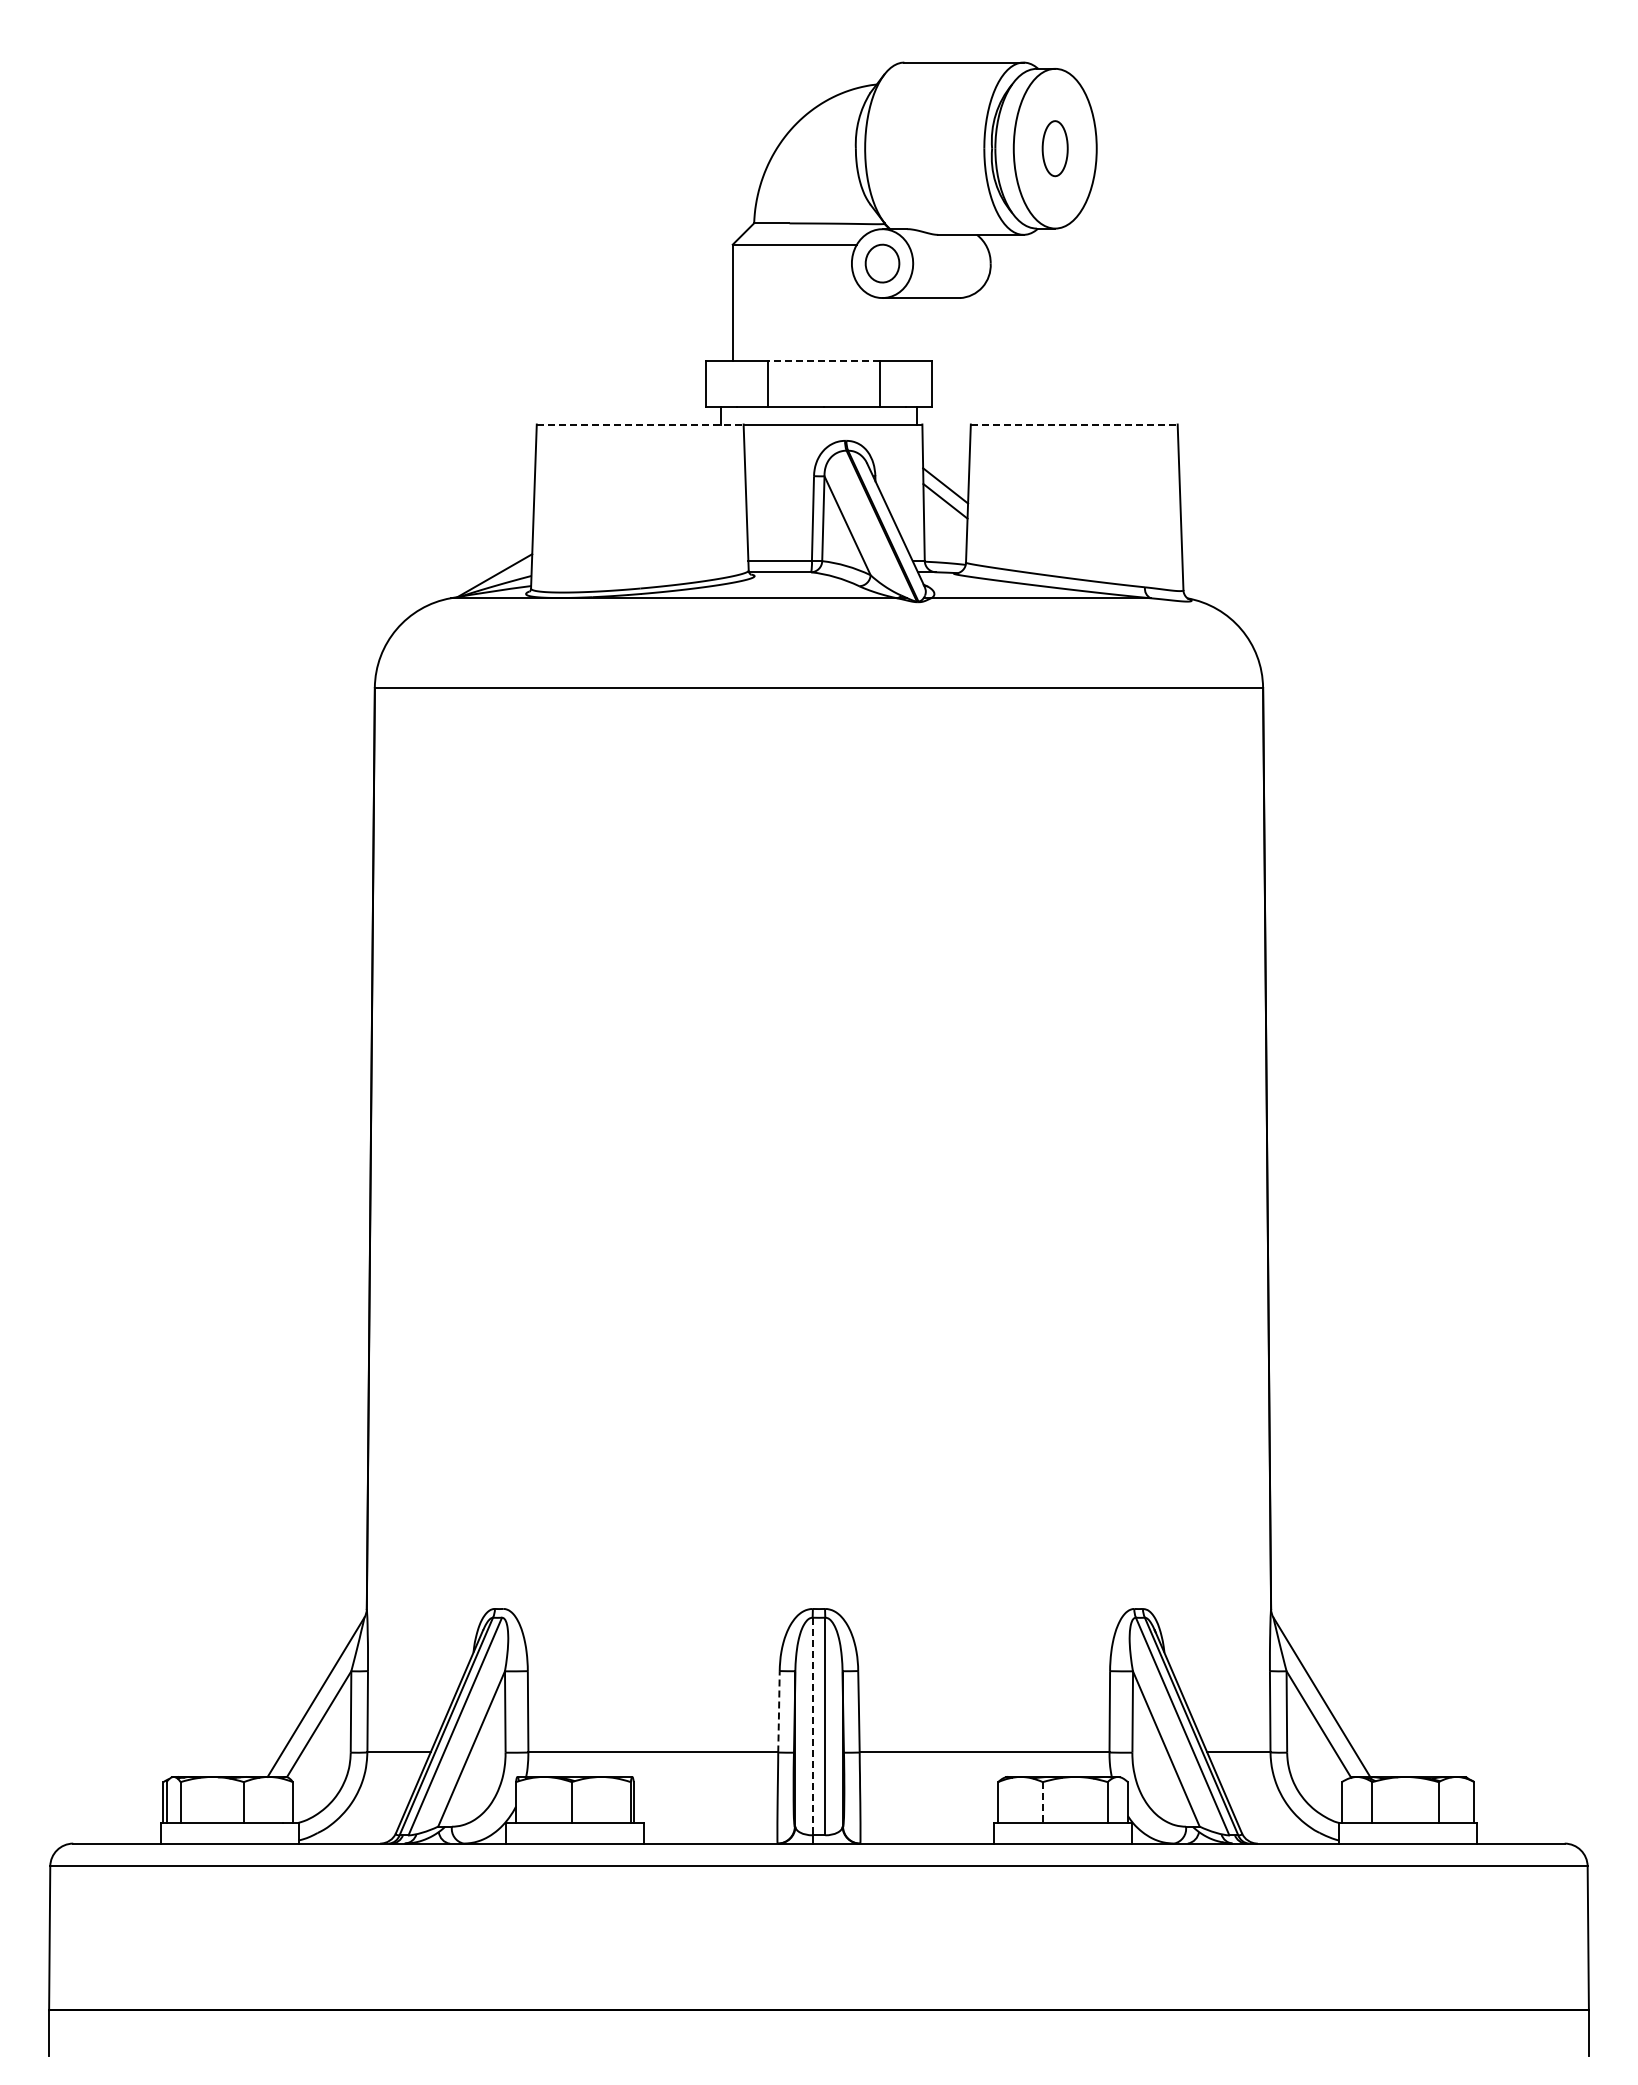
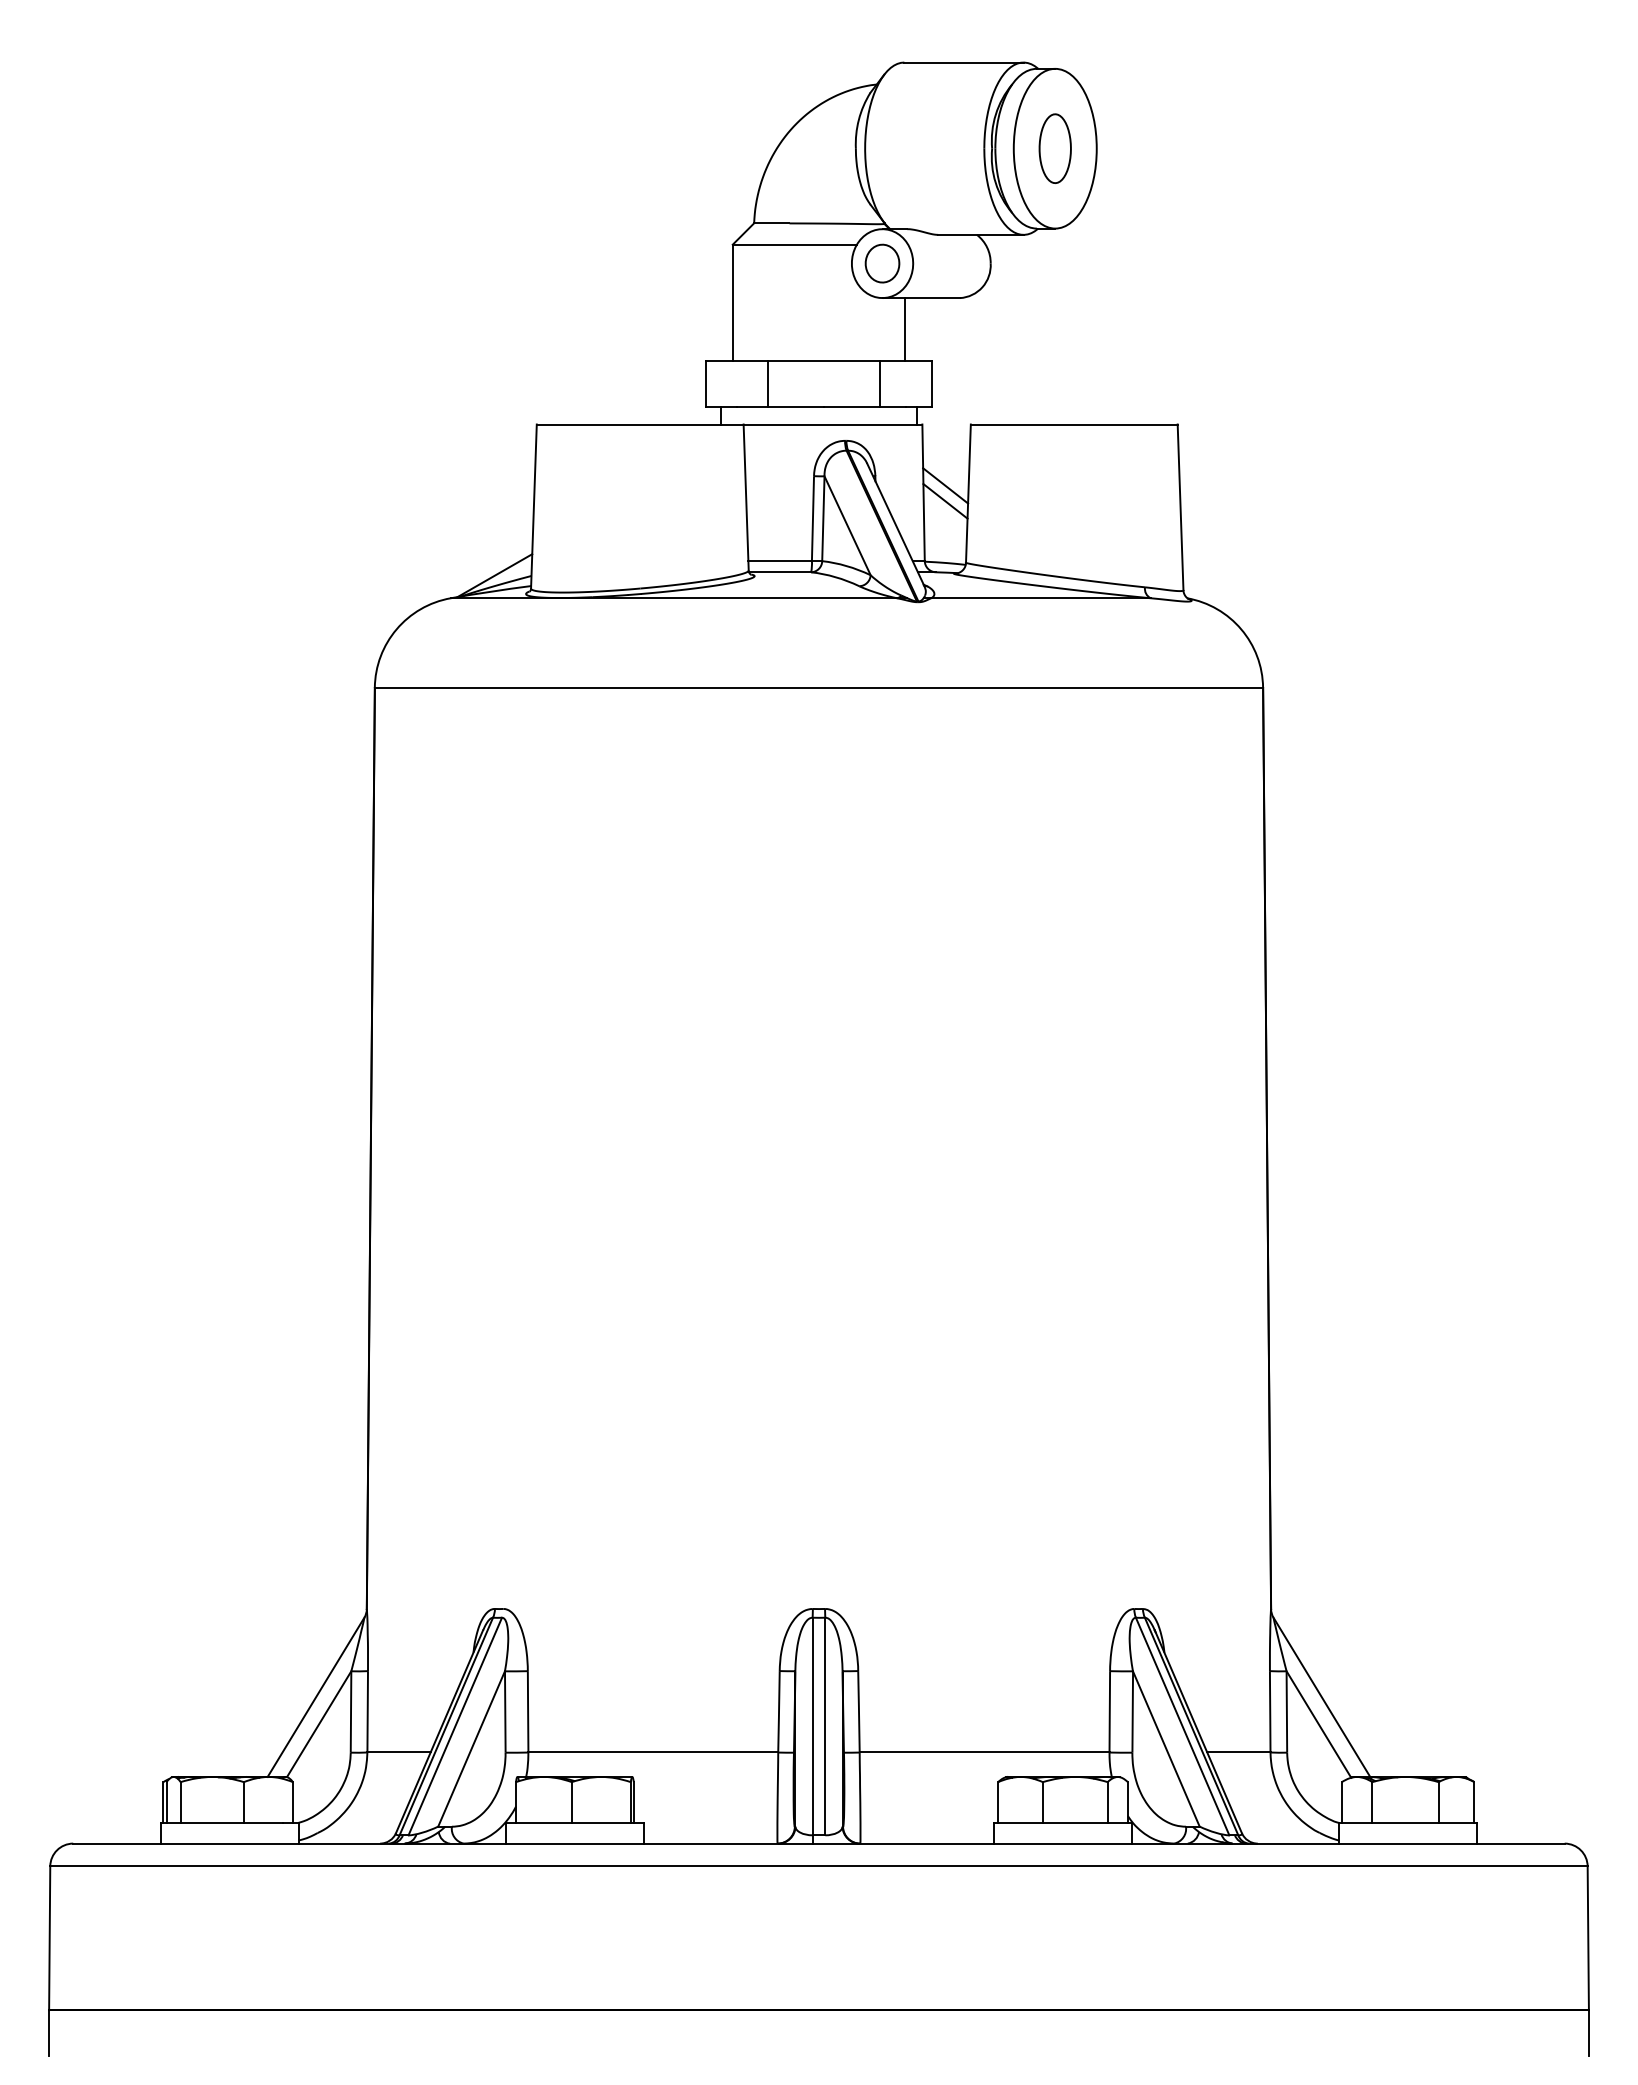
part at (1054, 148) size: 28x58 px -> 34x71 px
line at (905, 329): none -> present
line at (823, 361): dashed -> solid
line at (640, 424): dashed -> solid
line at (1074, 424): dashed -> solid
line at (779, 1712): dashed -> solid
line at (812, 1726): dashed -> solid
line at (1042, 1803): dashed -> solid
